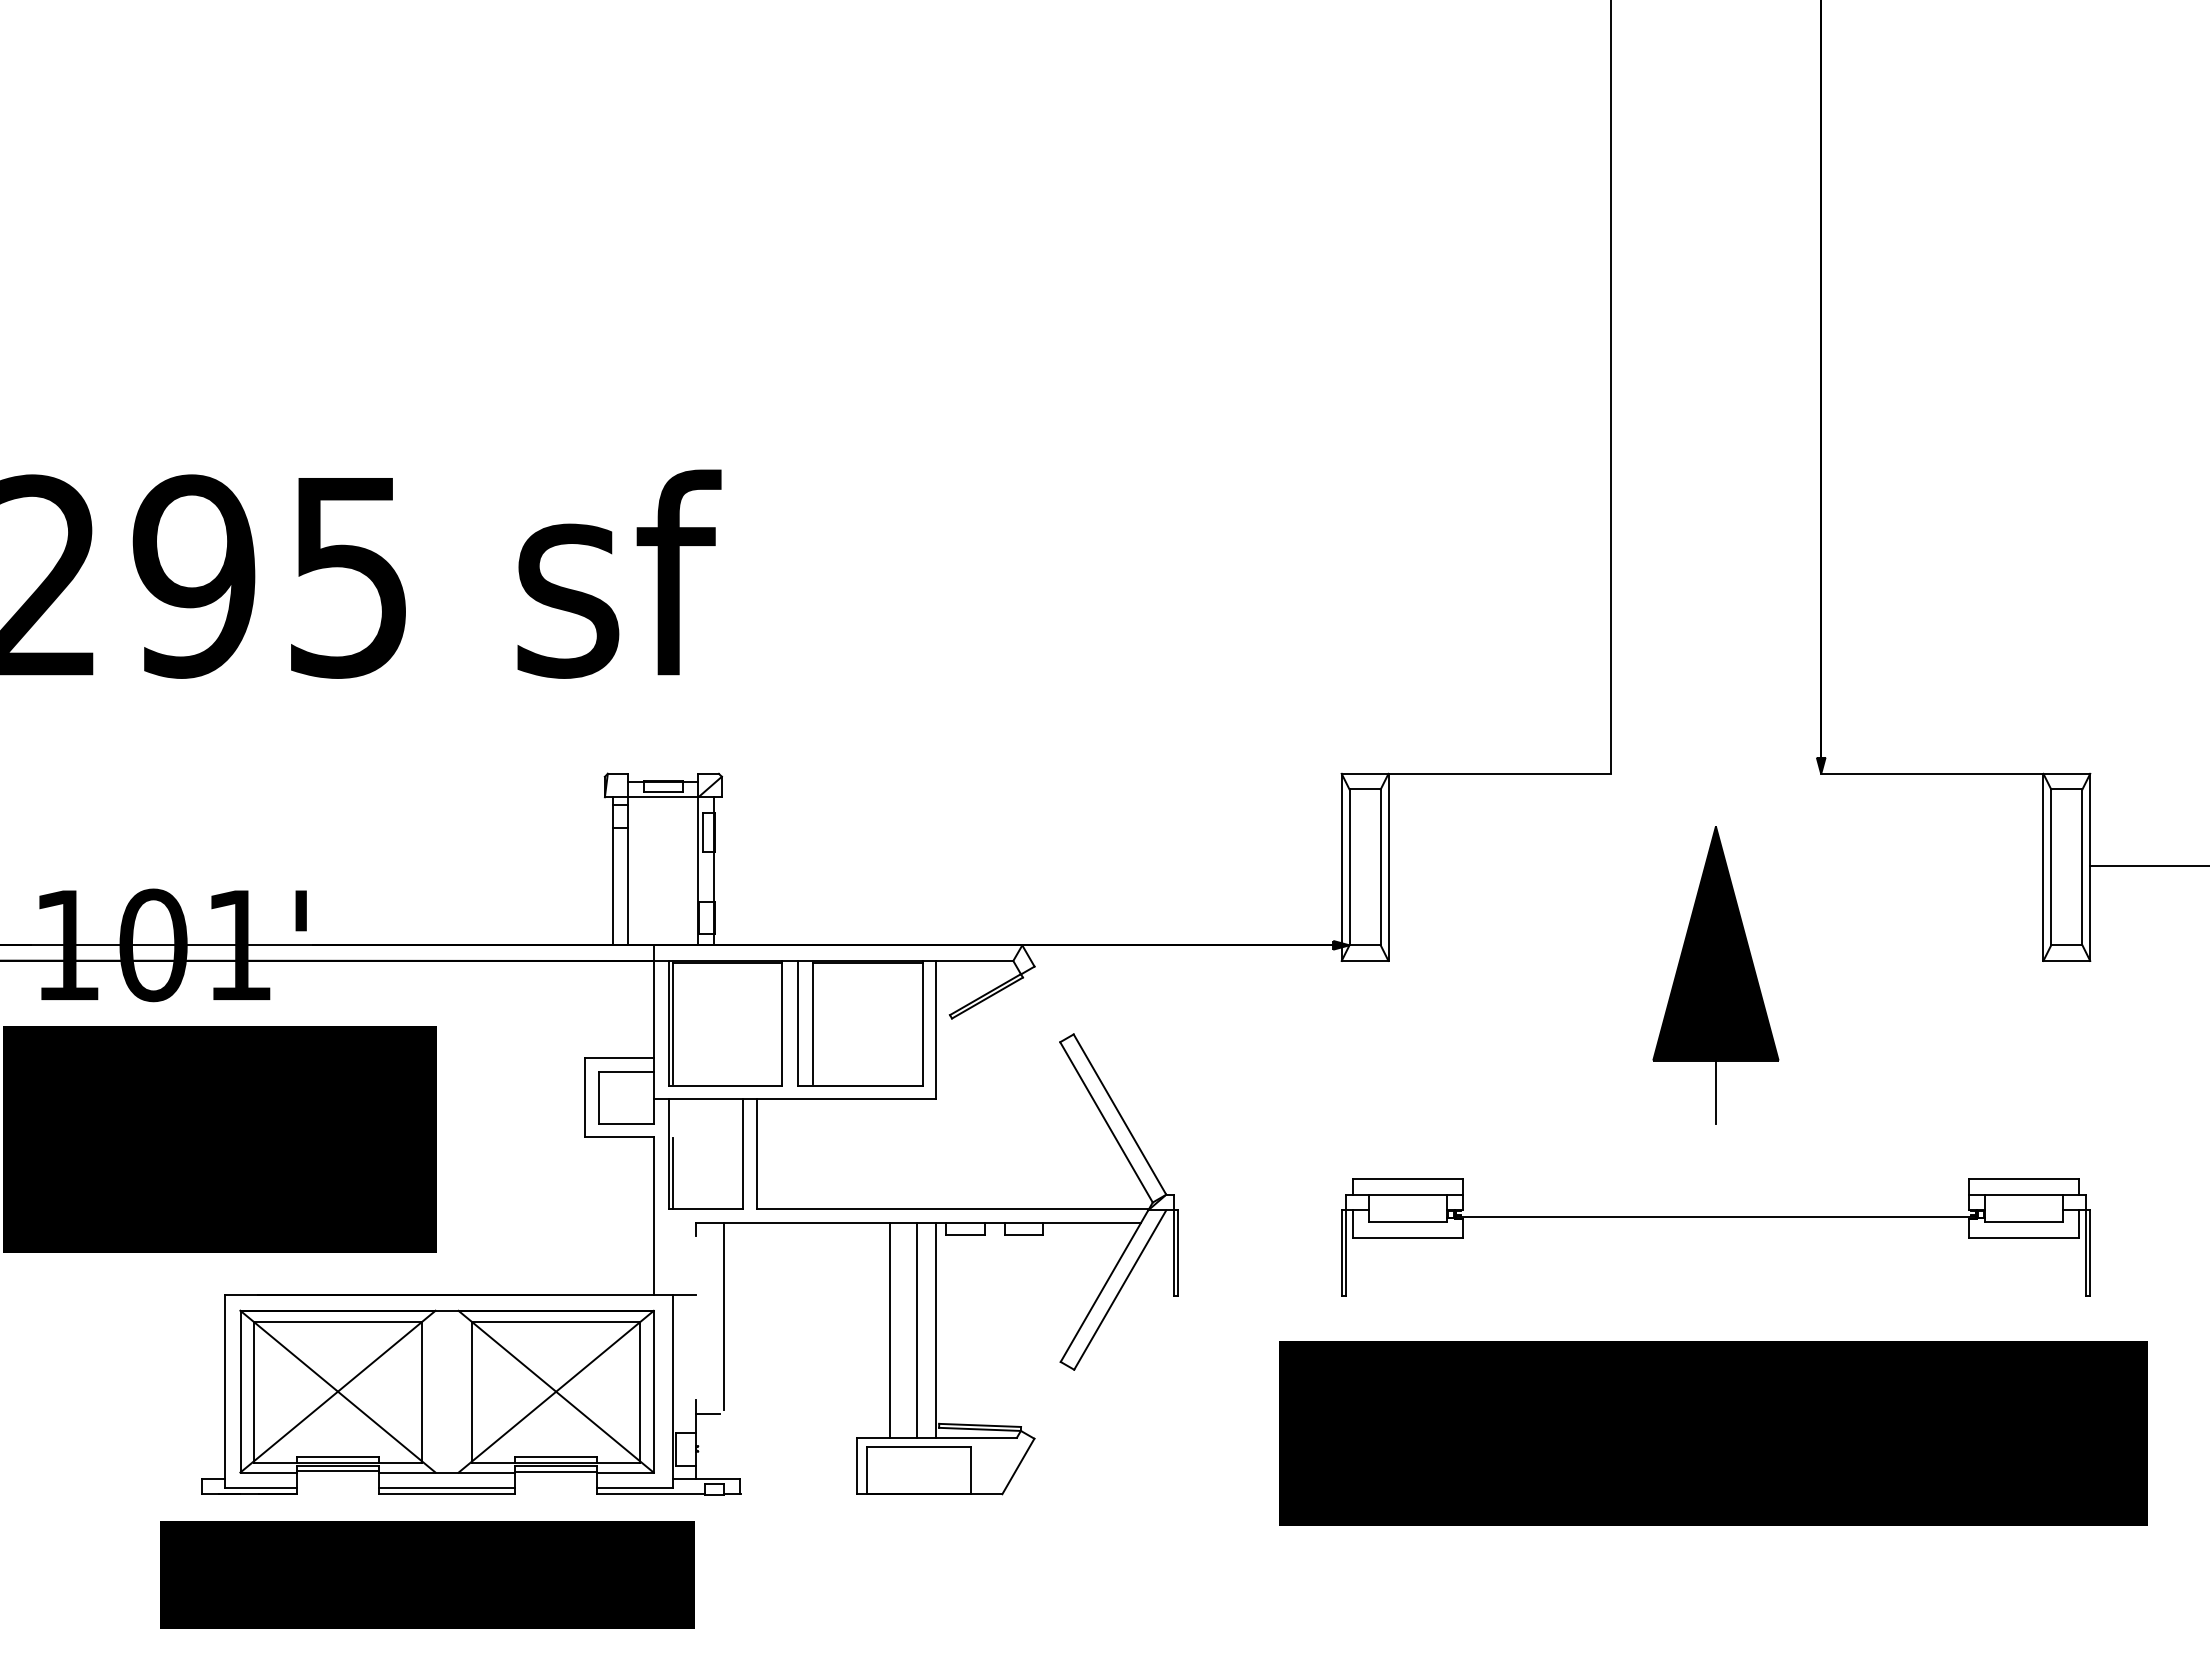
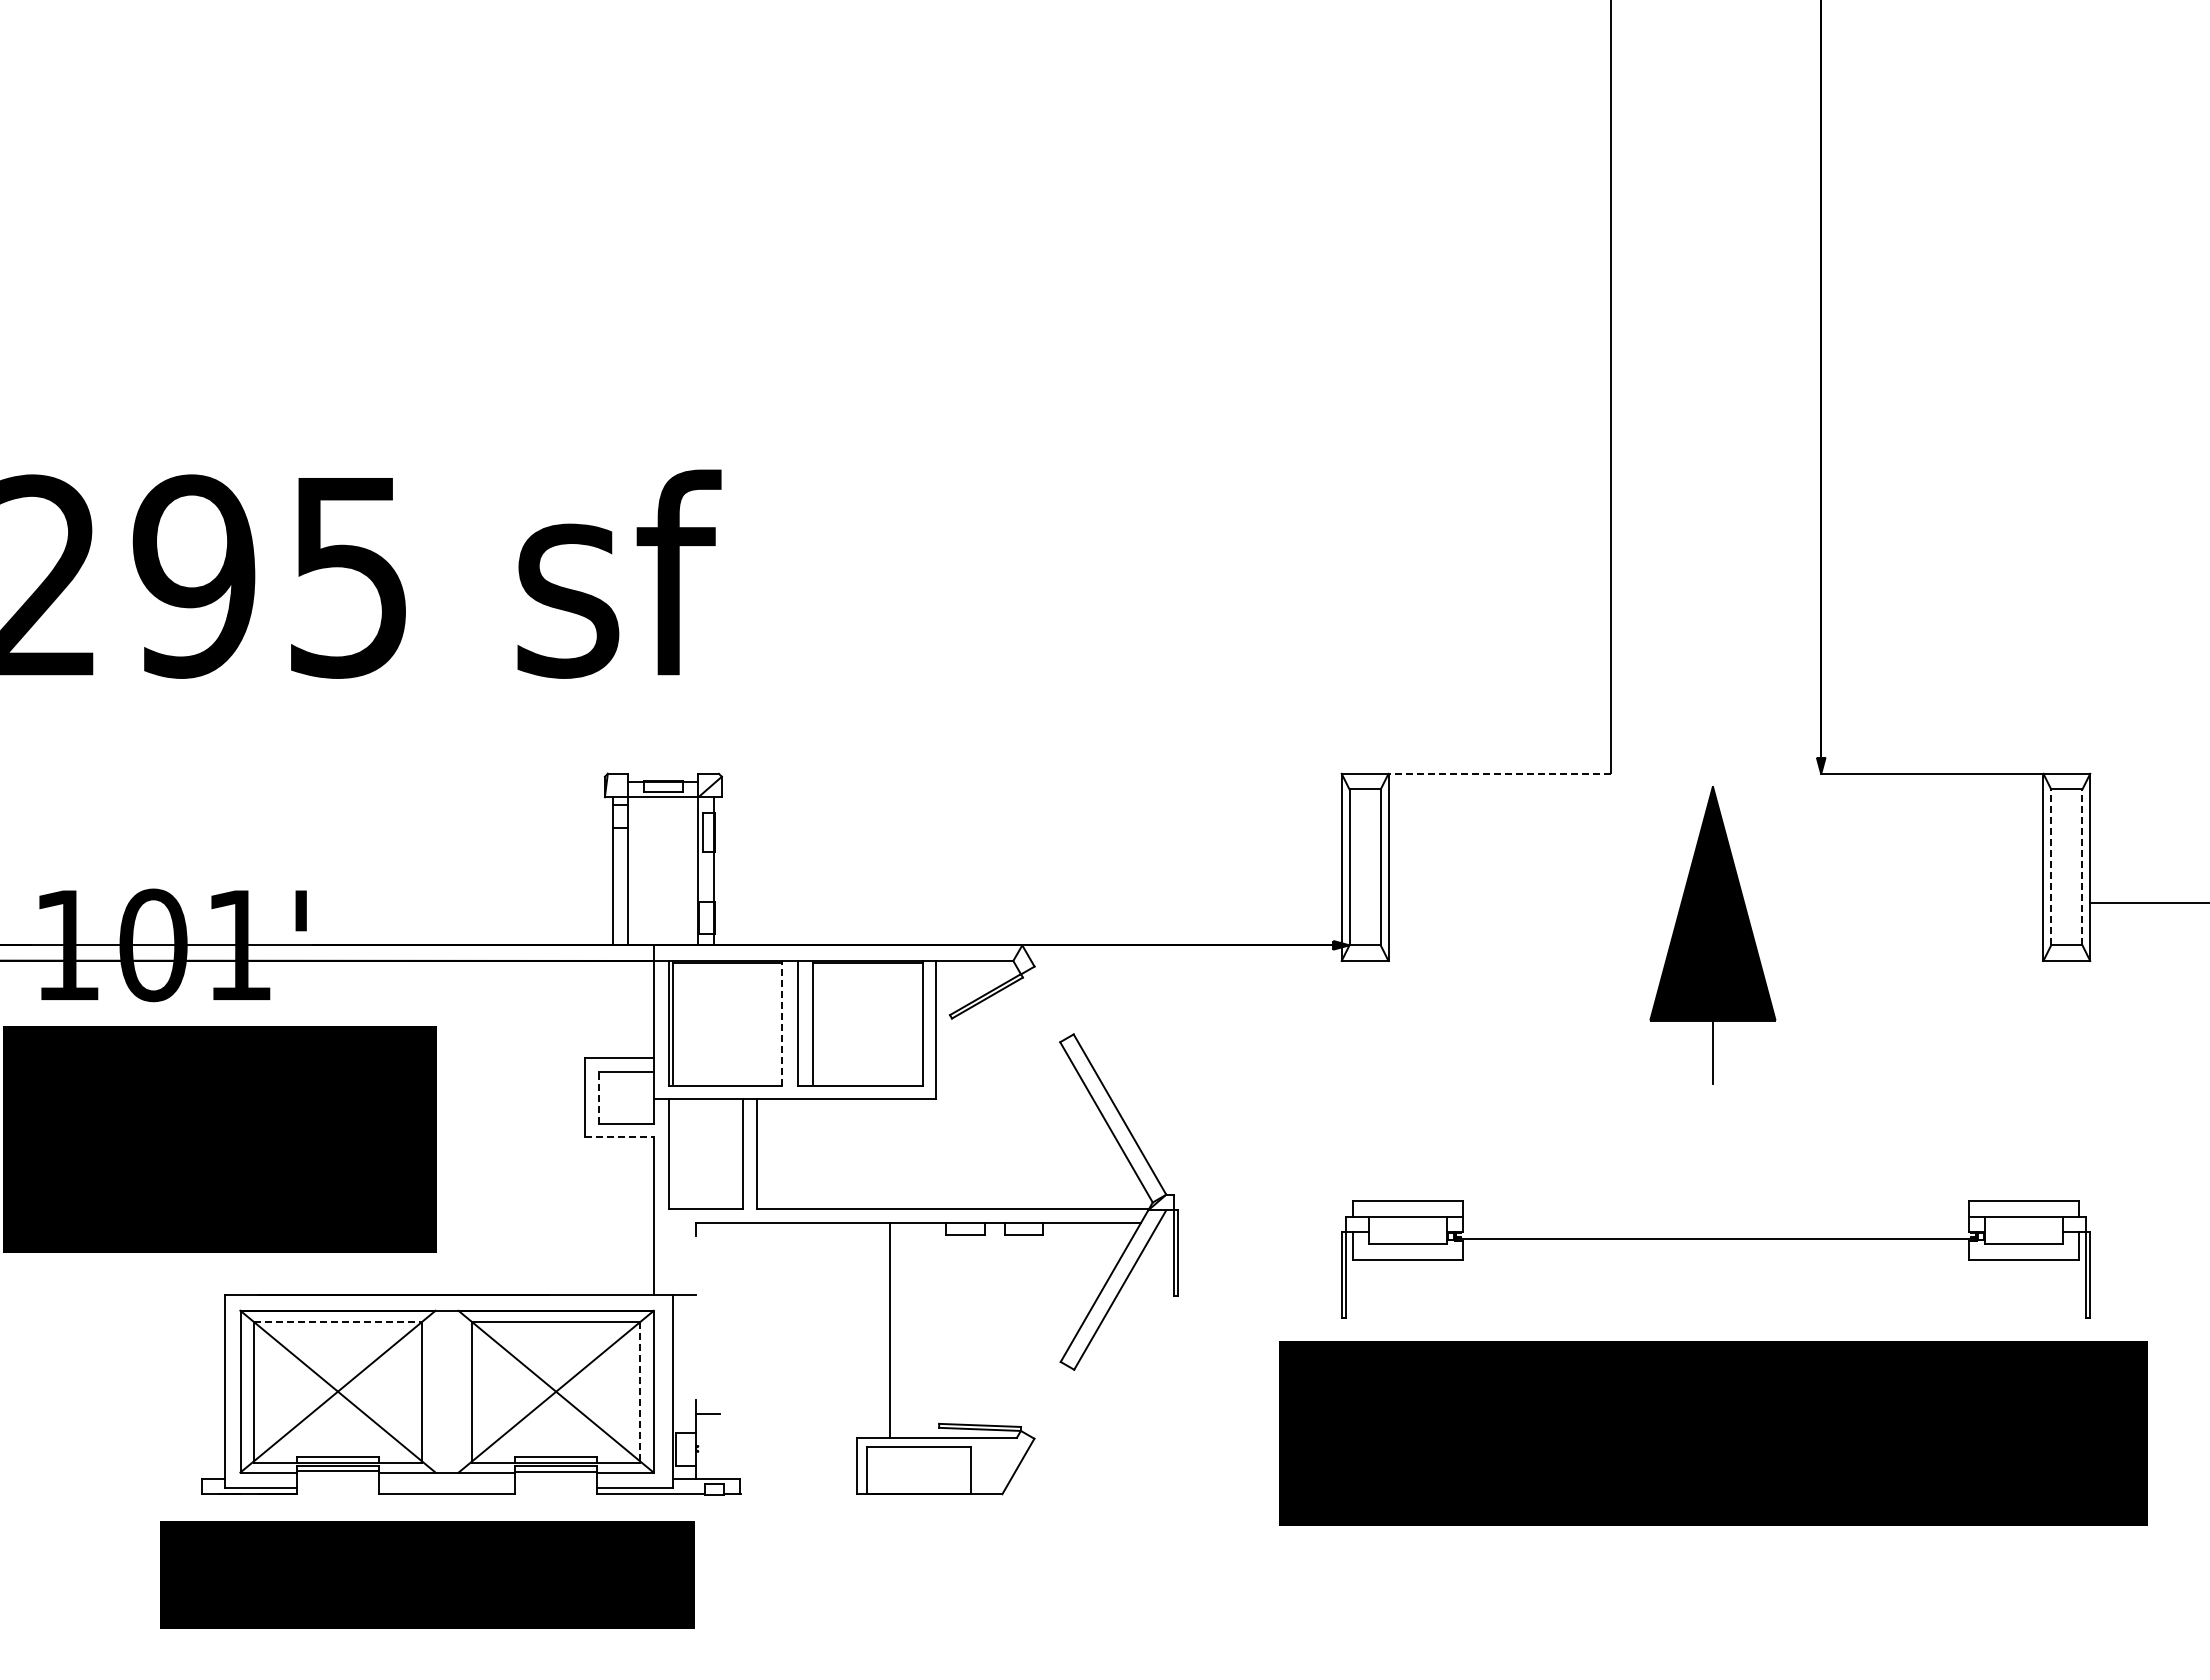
line at (1499, 773): solid -> dashed
line at (2148, 866) position: (2148, 866) -> (2148, 903)
line at (2051, 867): solid -> dashed
line at (2082, 867): solid -> dashed
part at (1715, 975) position: (1715, 975) -> (1712, 935)
line at (782, 1022): solid -> dashed
line at (599, 1097): solid -> dashed
line at (620, 1137): solid -> dashed
line at (673, 1173): present -> none
part at (1715, 1217) position: (1715, 1217) -> (1715, 1239)
line at (723, 1316): present -> none
line at (337, 1322): solid -> dashed
line at (916, 1330): present -> none
line at (936, 1330): present -> none
line at (640, 1393): solid -> dashed
line at (446, 1488): present -> none
